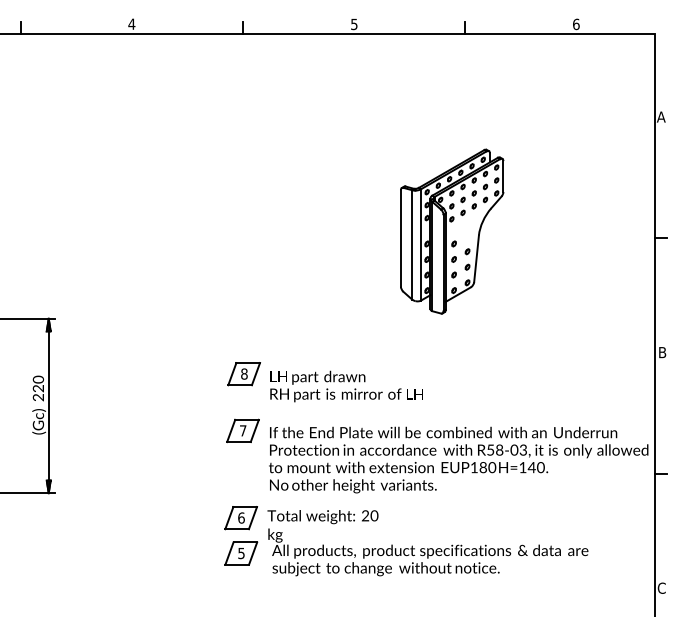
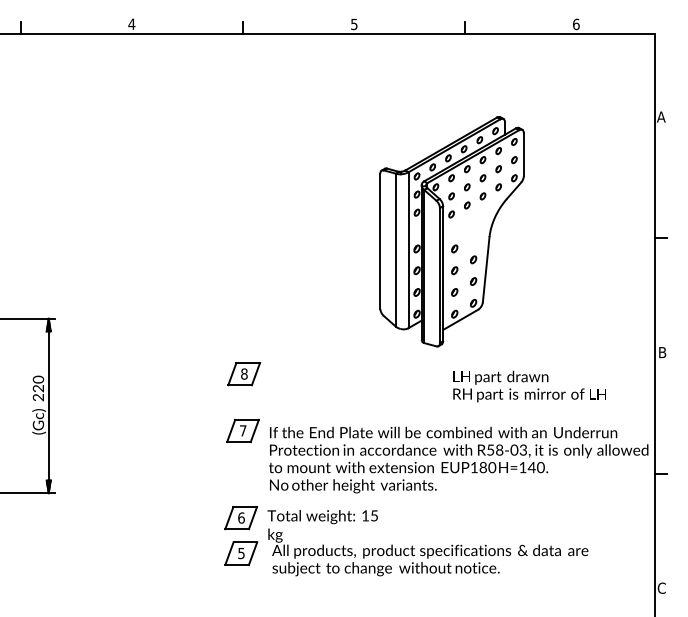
part at (452, 231) size: 105x167 px -> 146x232 px
text at (346, 386) position: (346, 386) -> (529, 386)
text at (370, 515): 20 -> 15
